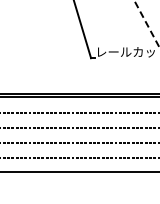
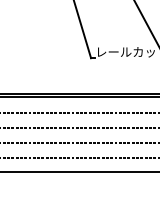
line at (147, 24): dashed -> solid
